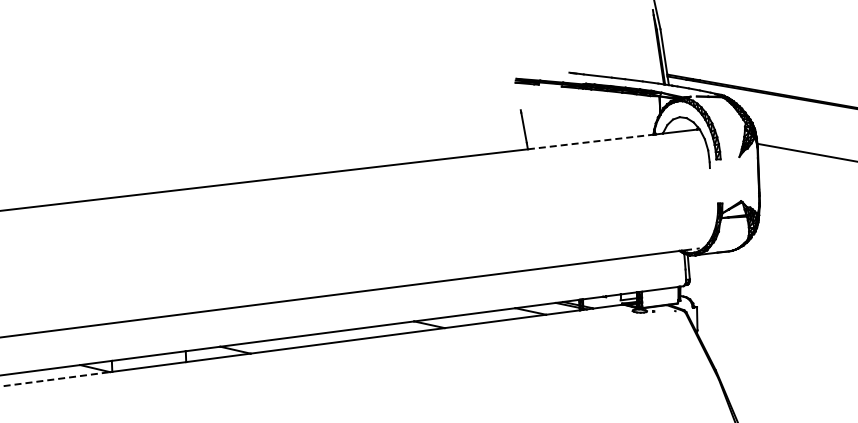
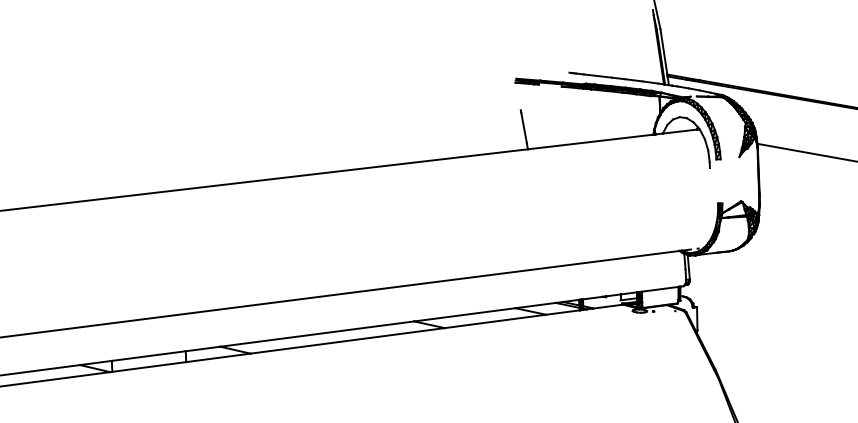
line at (591, 141): dashed -> solid
line at (55, 379): dashed -> solid
